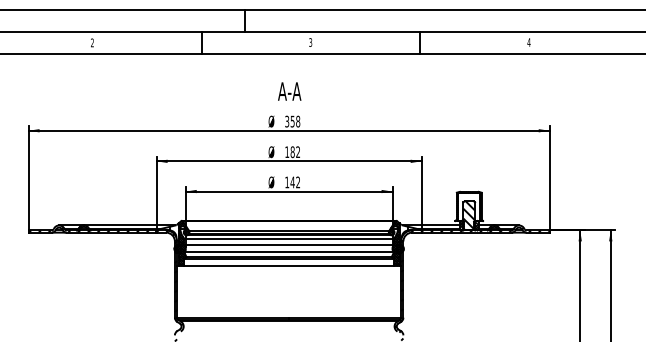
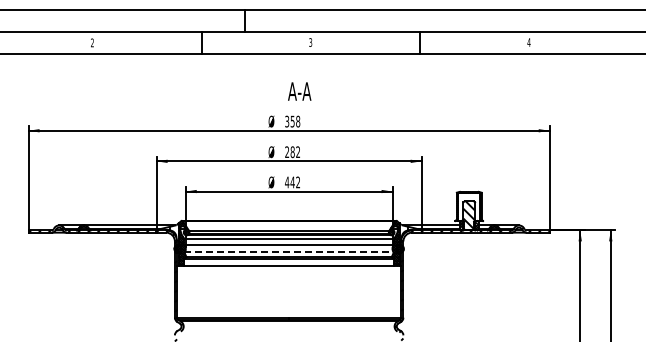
text at (289, 91) position: (289, 91) -> (299, 91)
text at (286, 151): 182 -> 282
text at (287, 182): 142 -> 442
line at (289, 252): solid -> dashed
